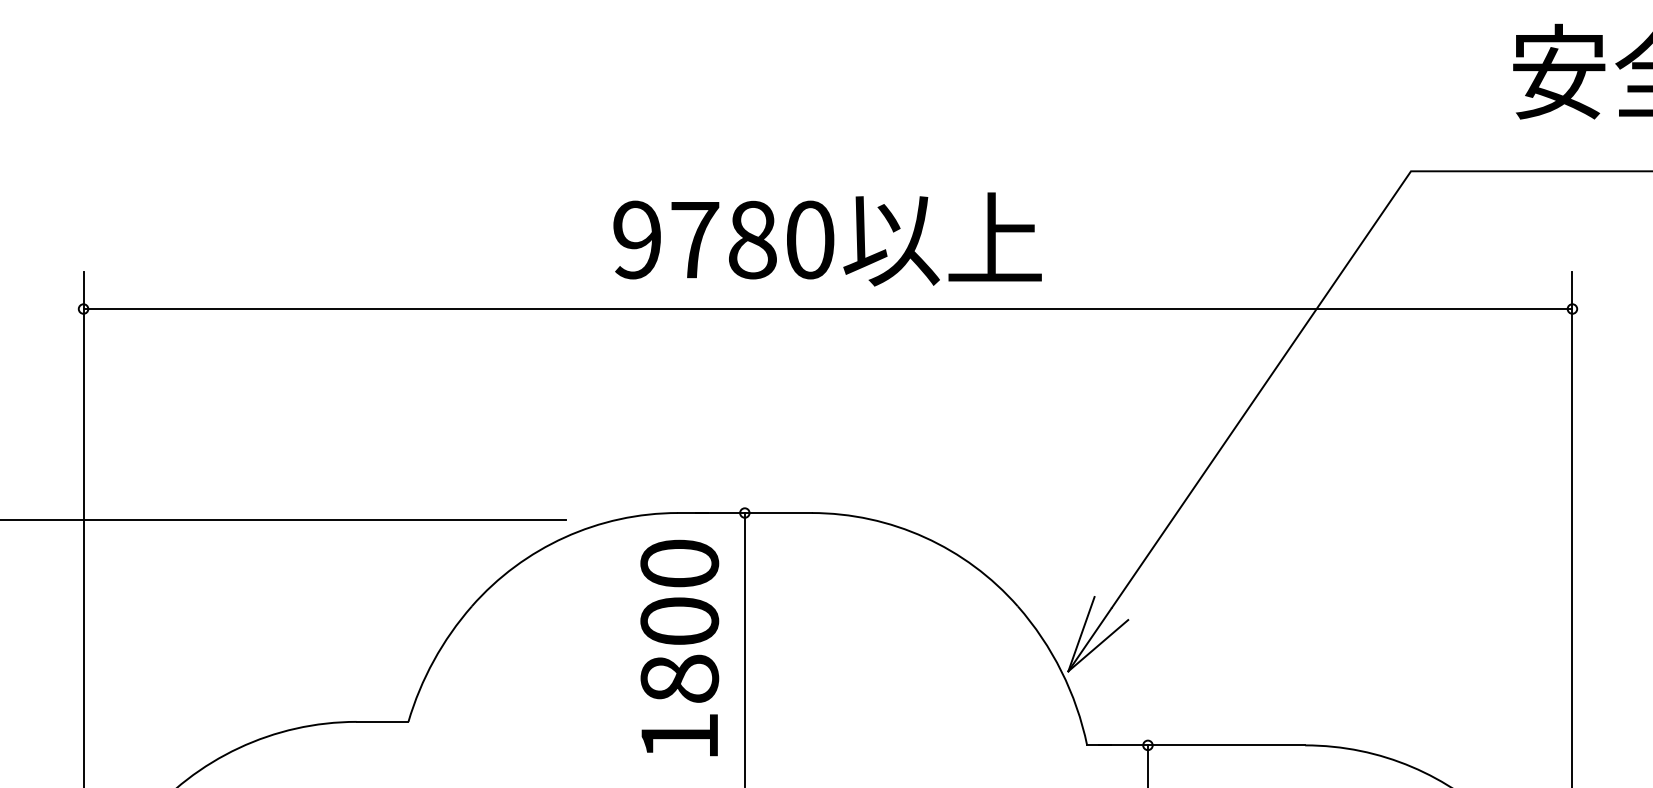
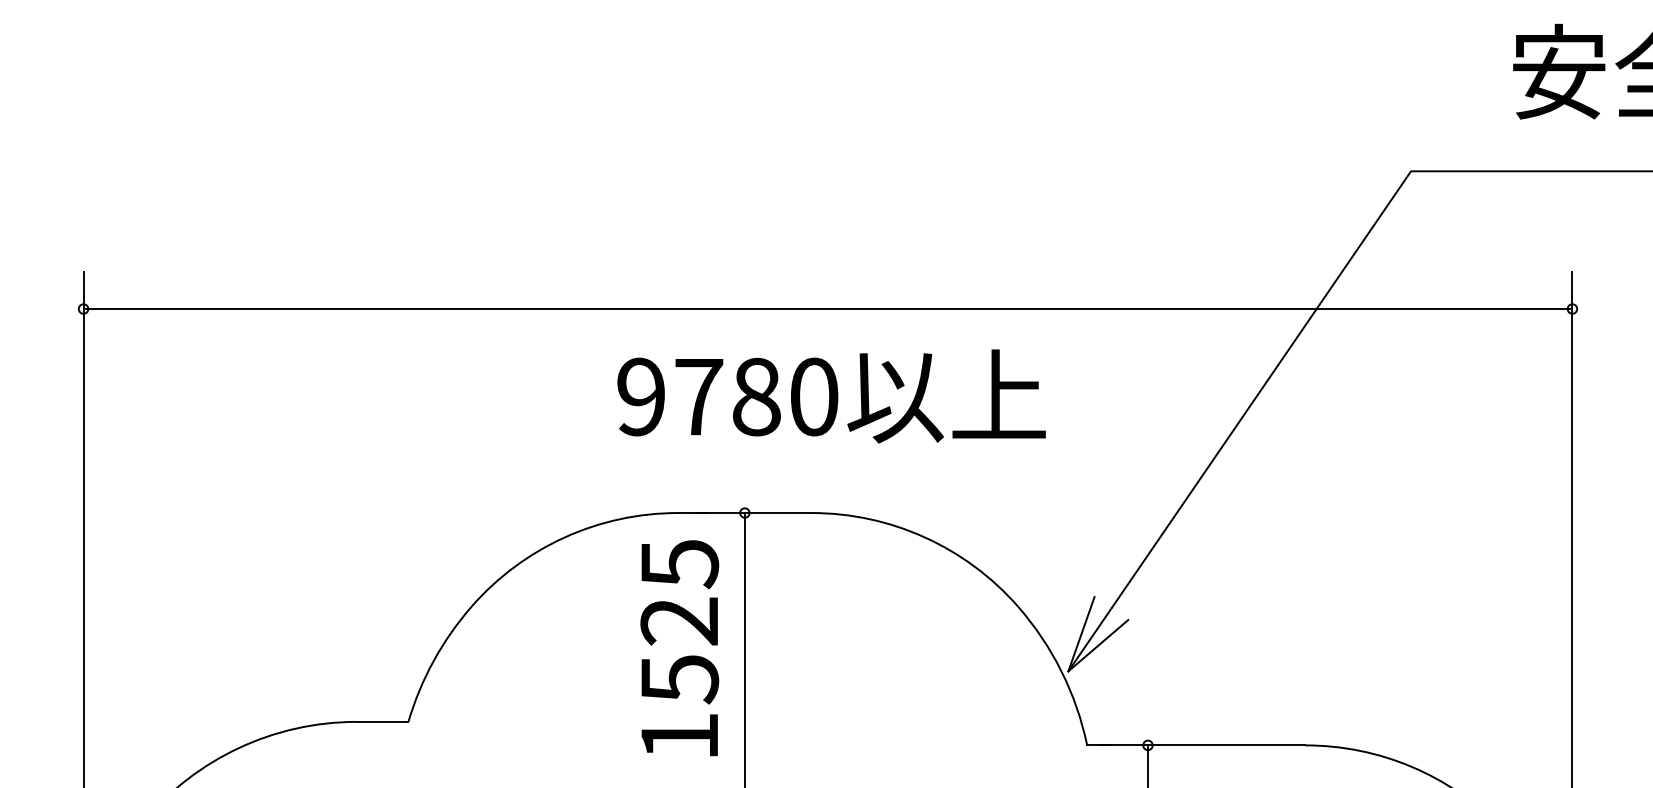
text at (827, 239) position: (827, 239) -> (831, 396)
line at (284, 520): present -> none
text at (679, 621): 1800 -> 1525
